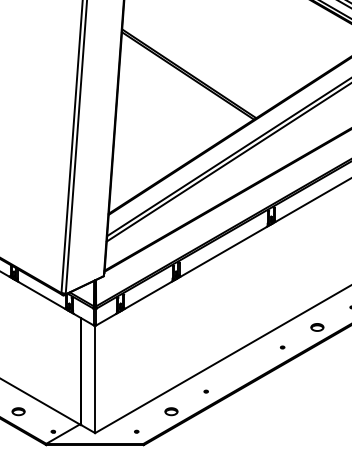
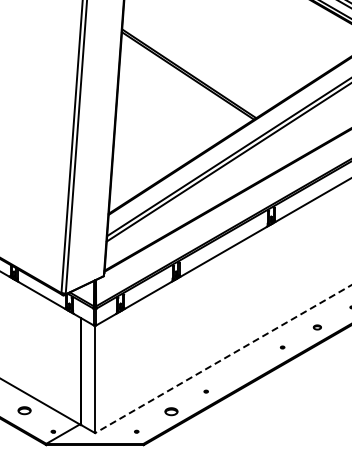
part at (317, 327) size: 15x9 px -> 10x7 px
line at (223, 359): solid -> dashed
part at (18, 411) position: (18, 411) -> (24, 410)
